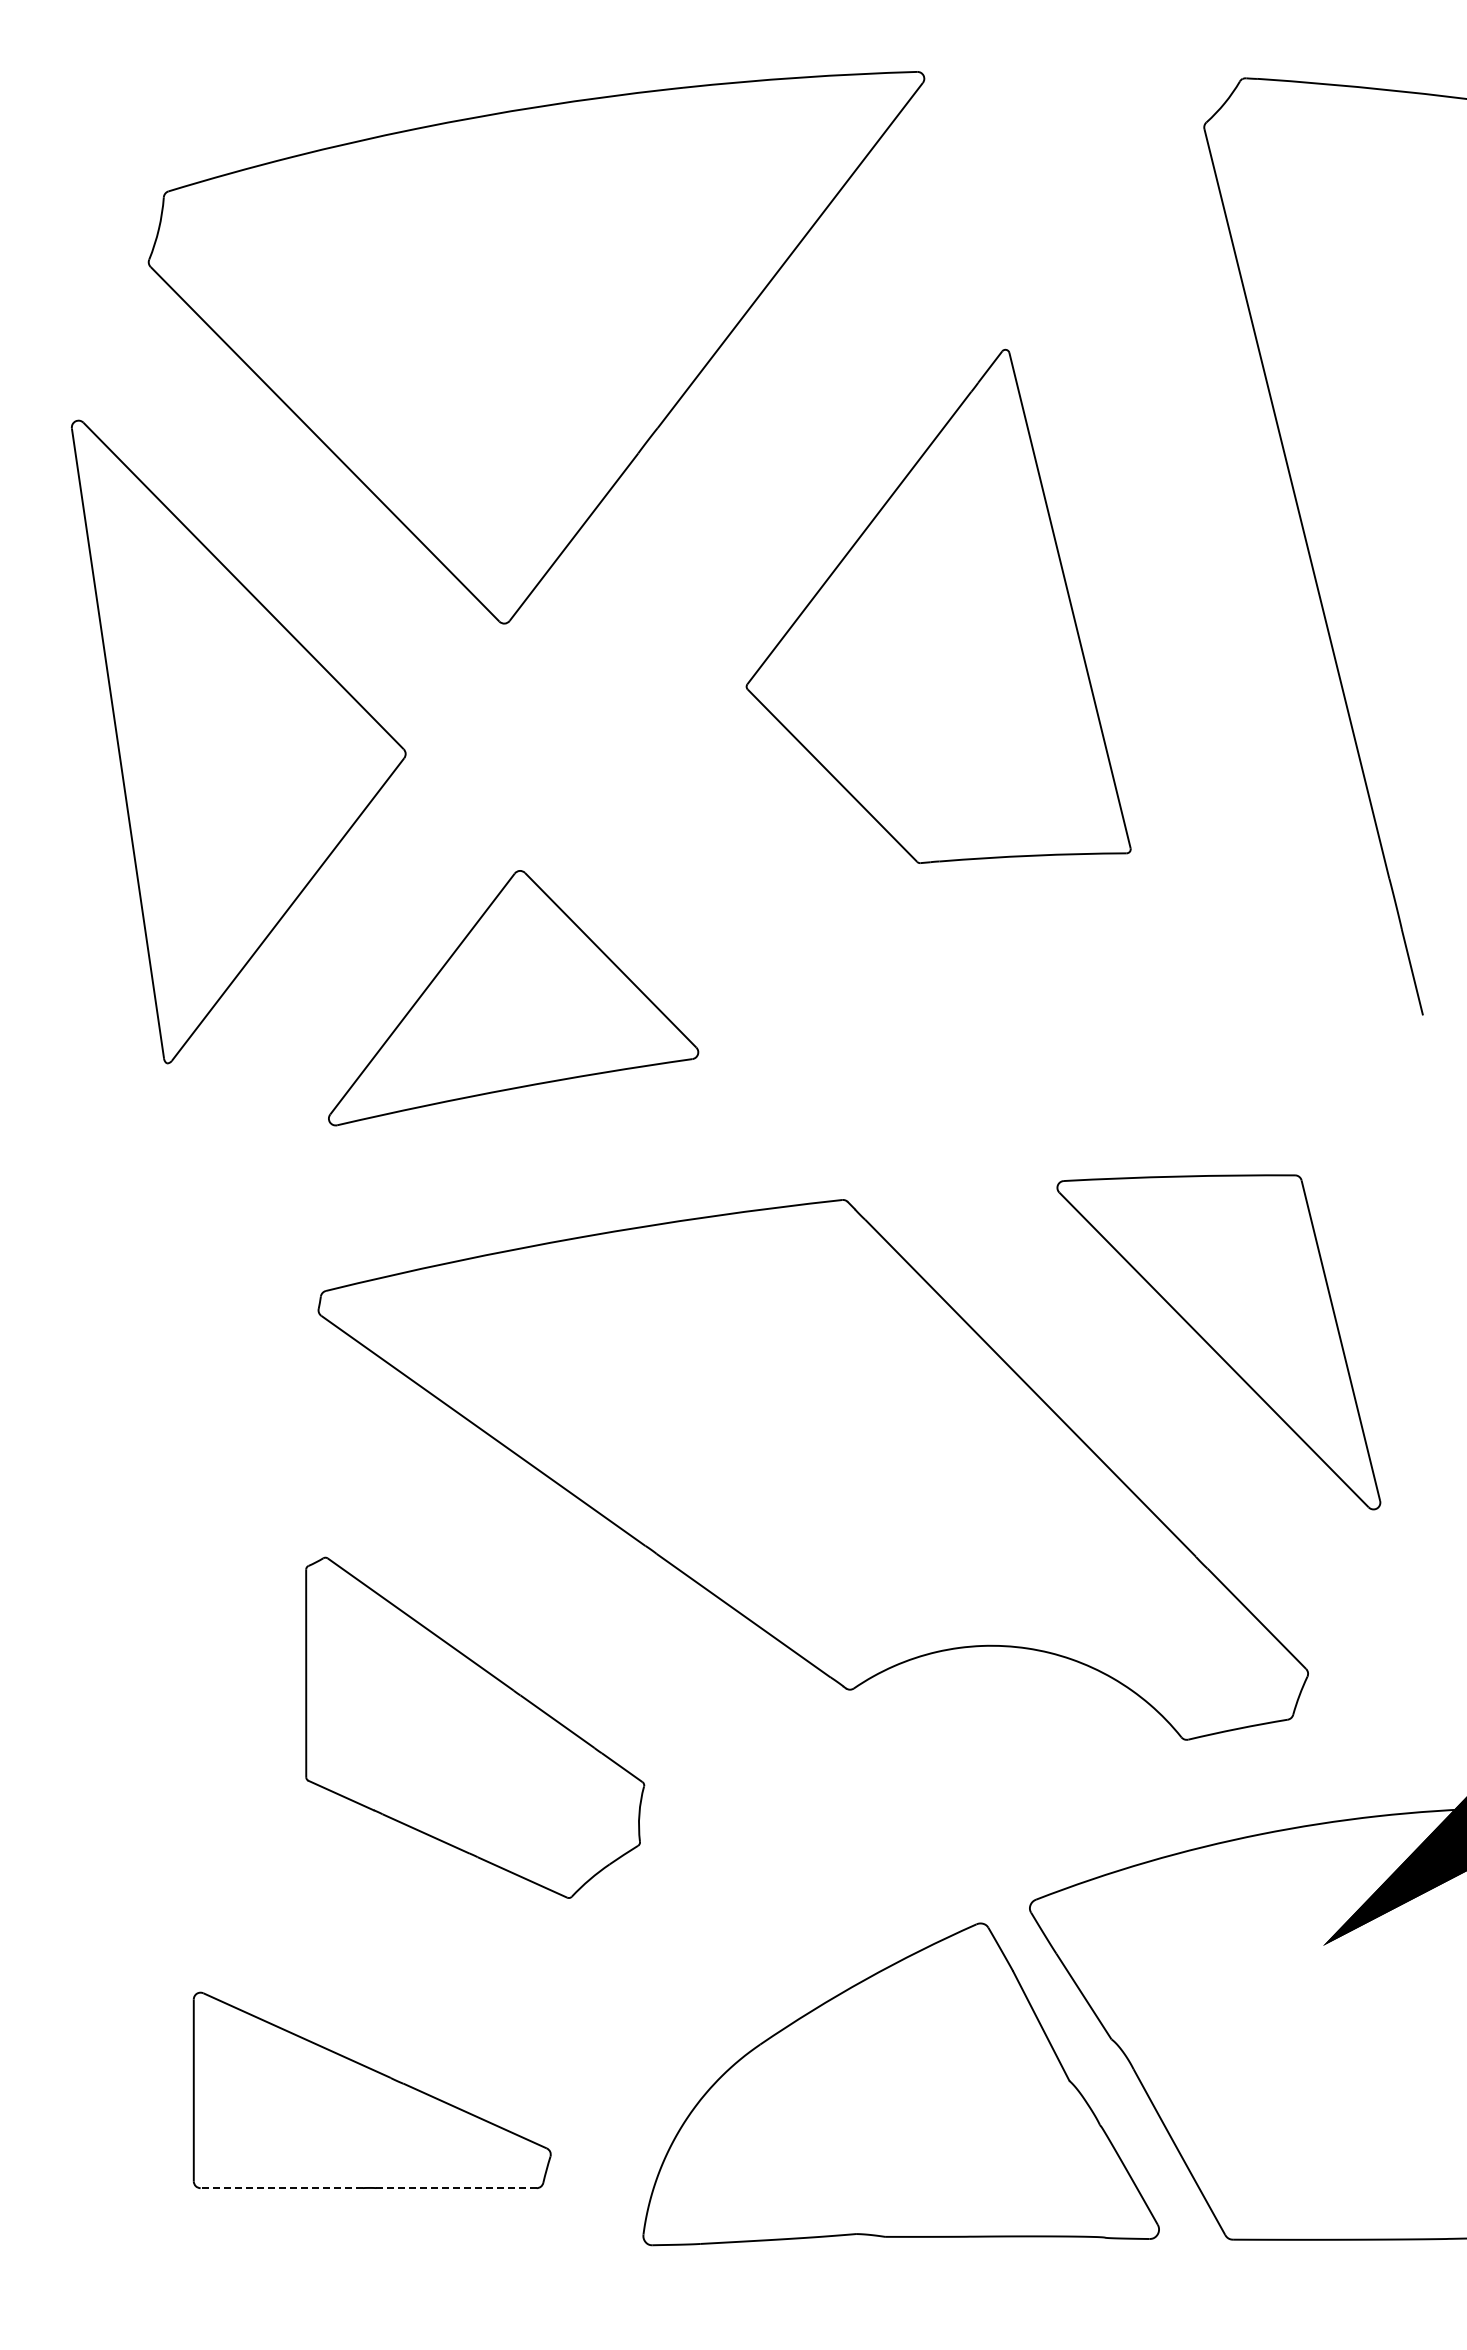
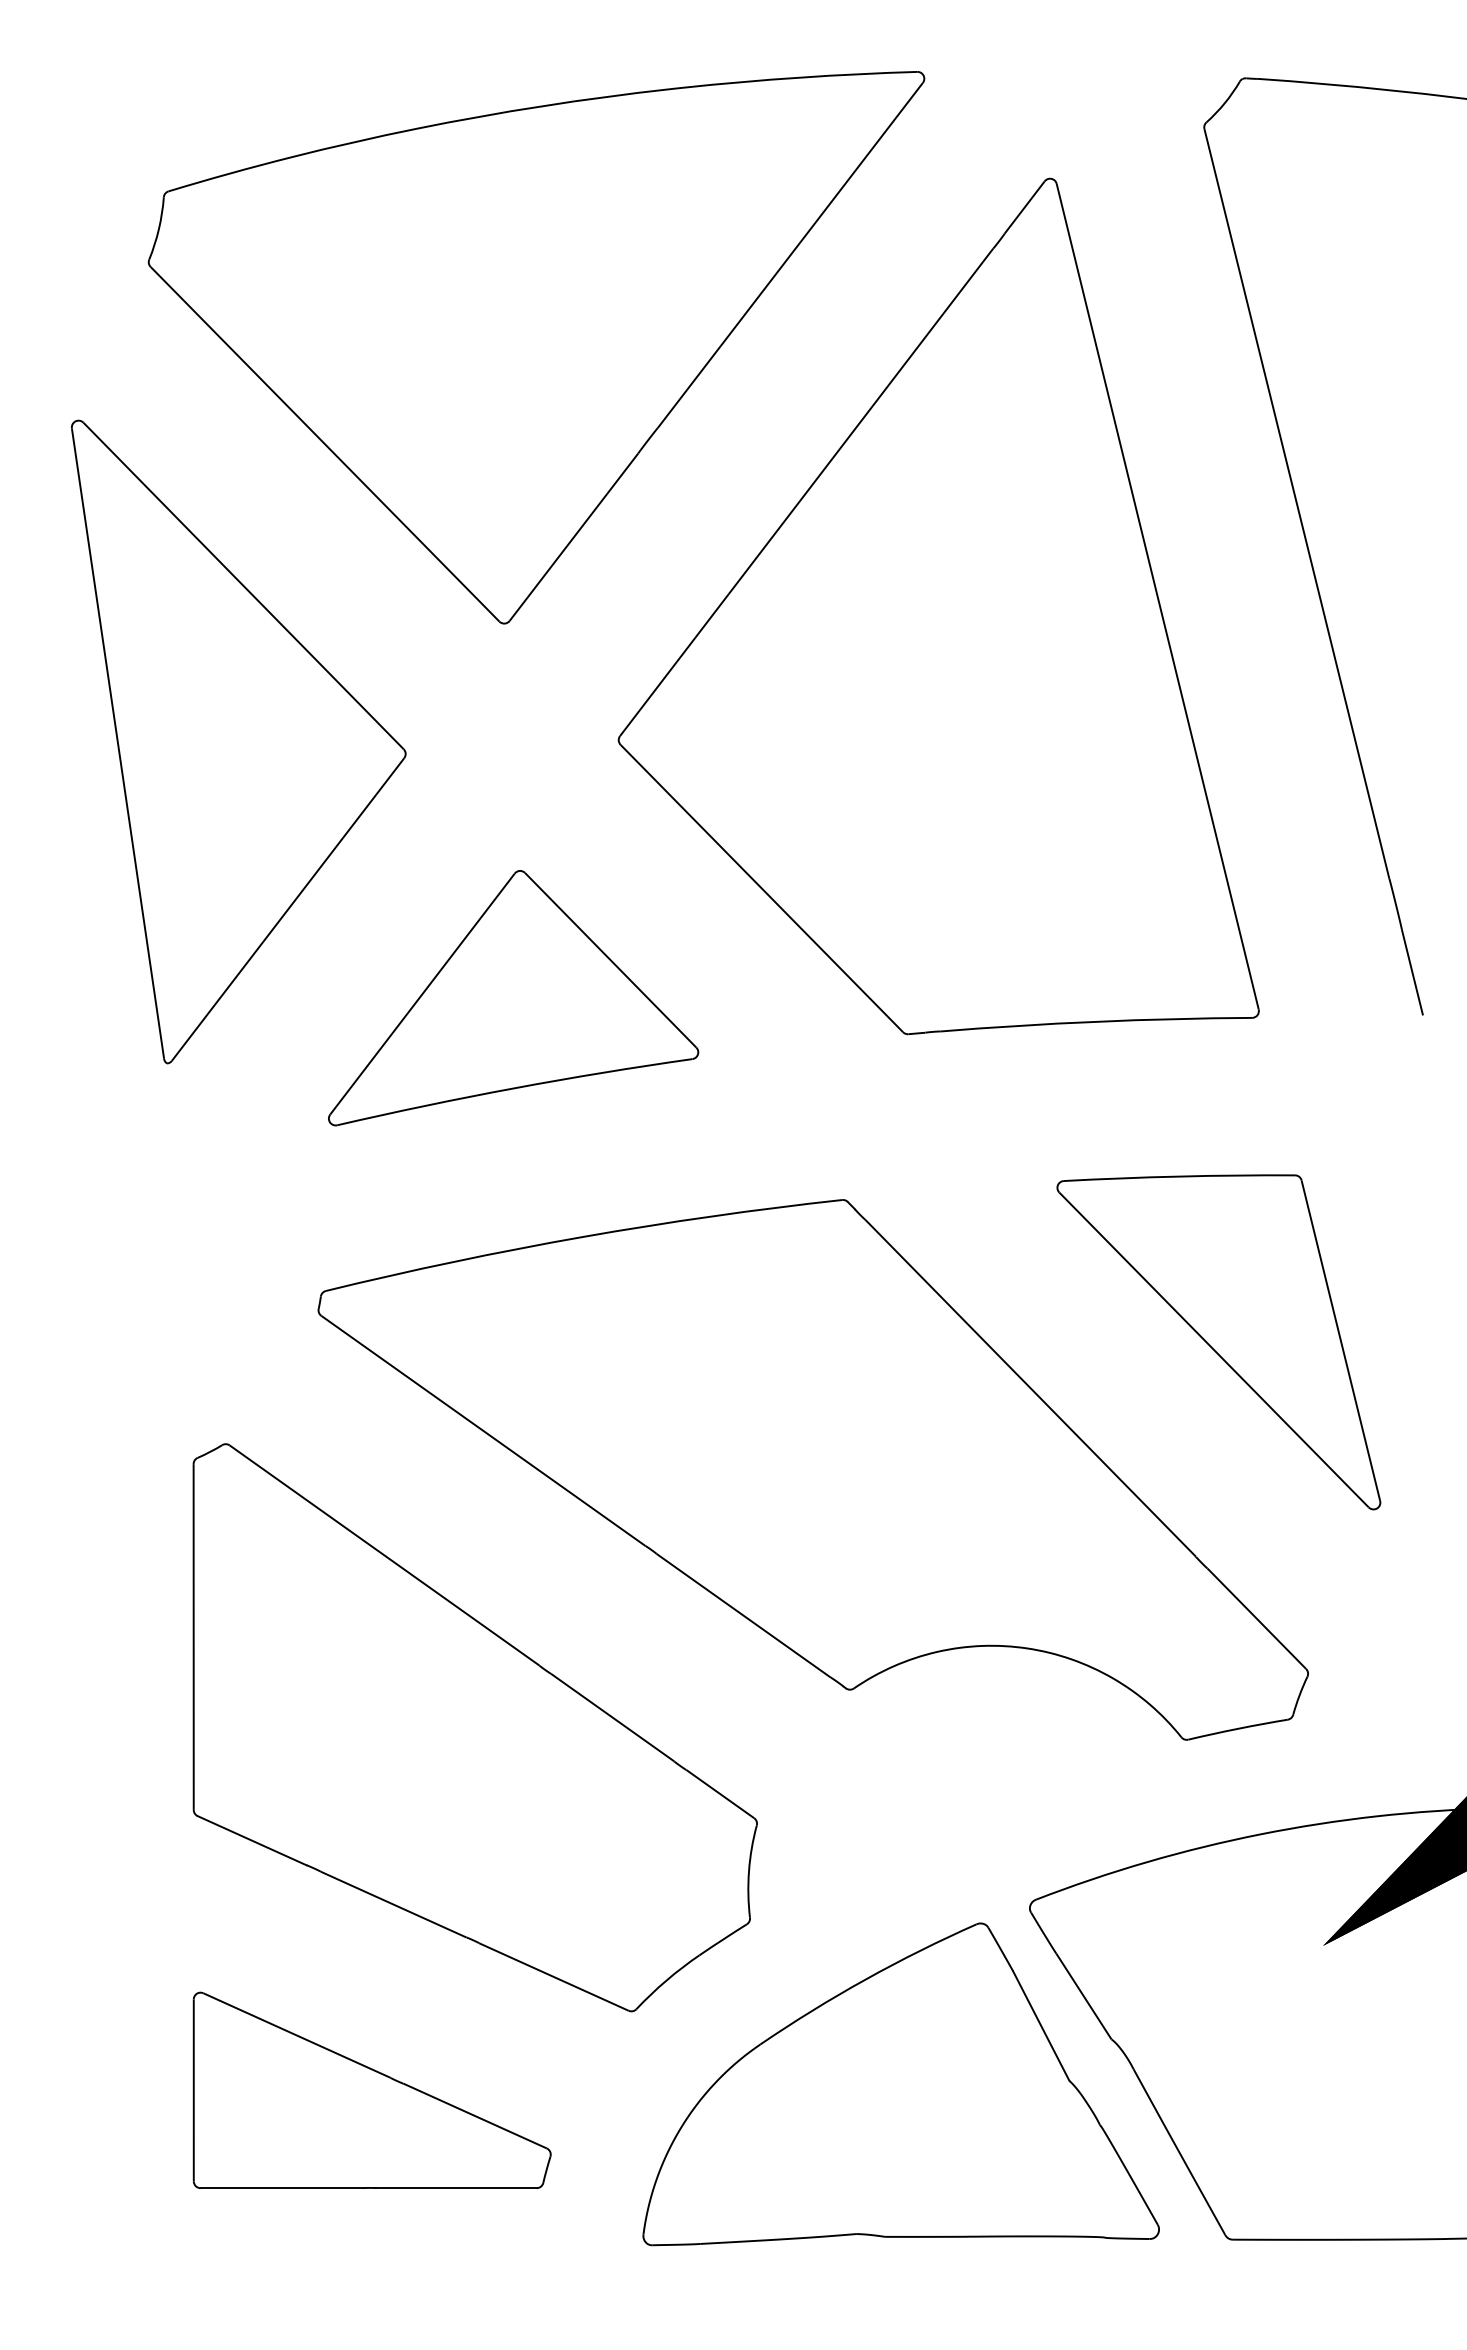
part at (938, 605) size: 387x516 px -> 643x859 px
part at (475, 1727) size: 341x343 px -> 566x570 px
line at (281, 2188): dashed -> solid
line at (456, 2188): dashed -> solid
